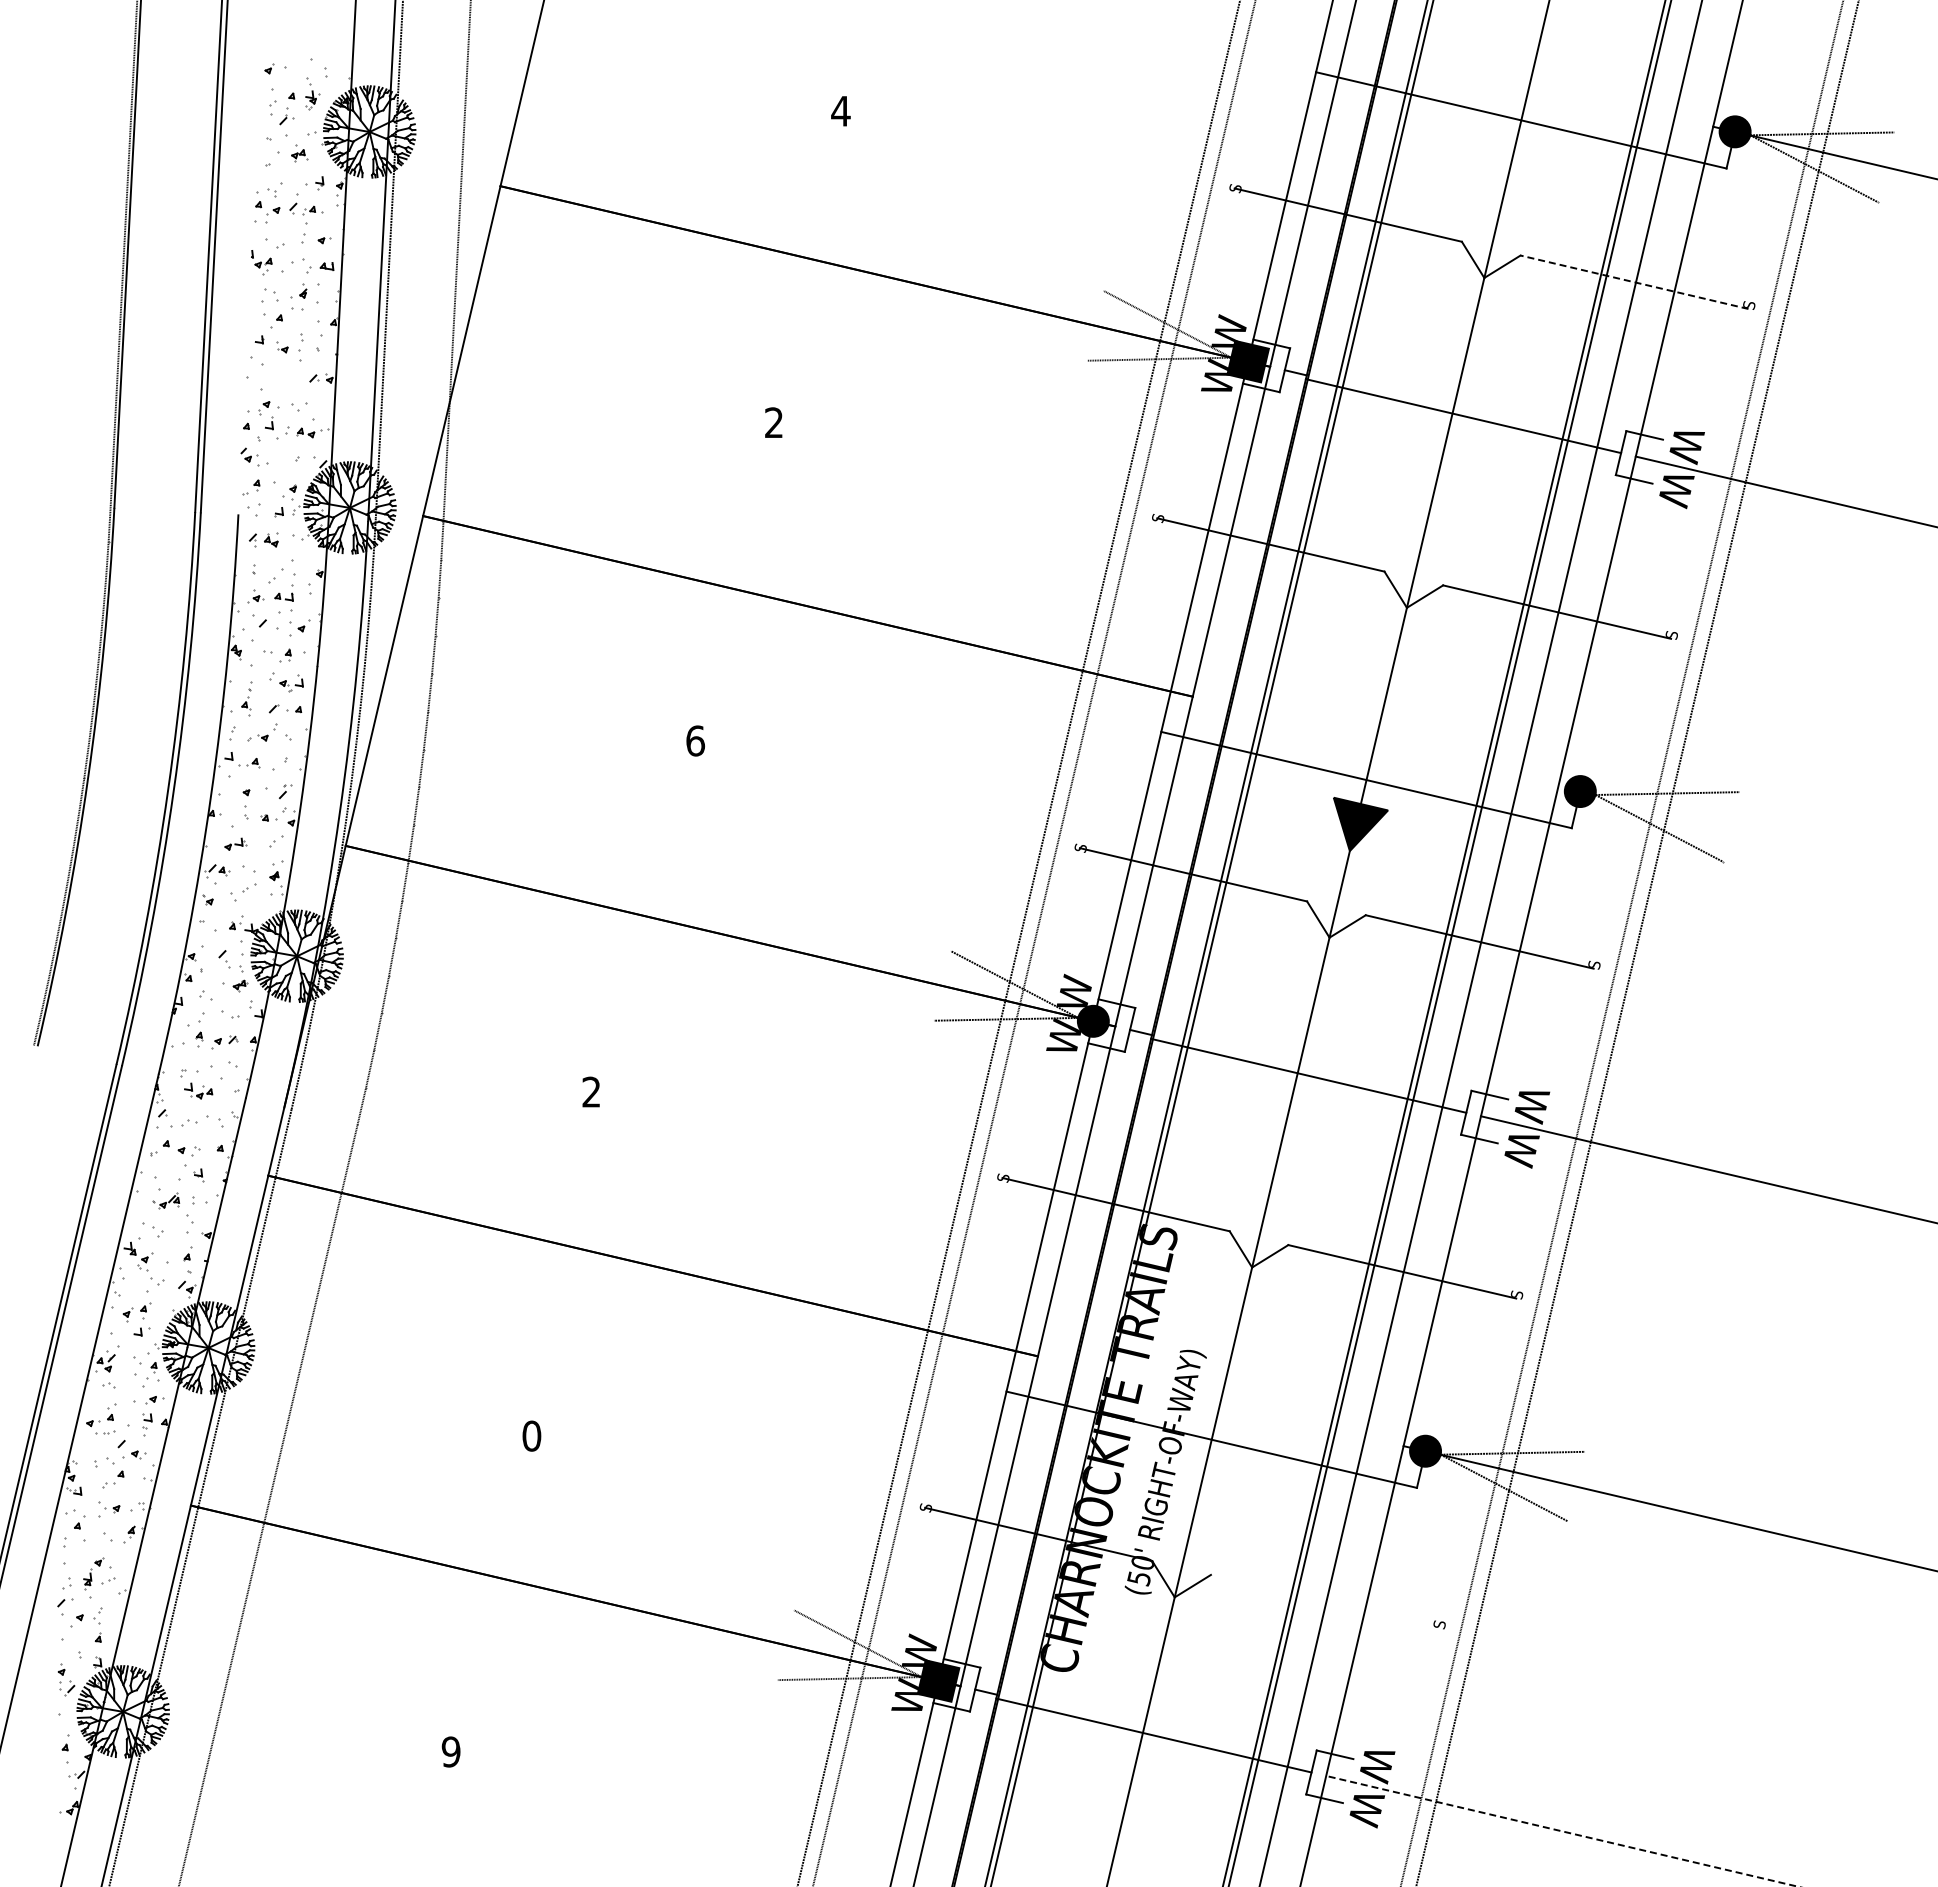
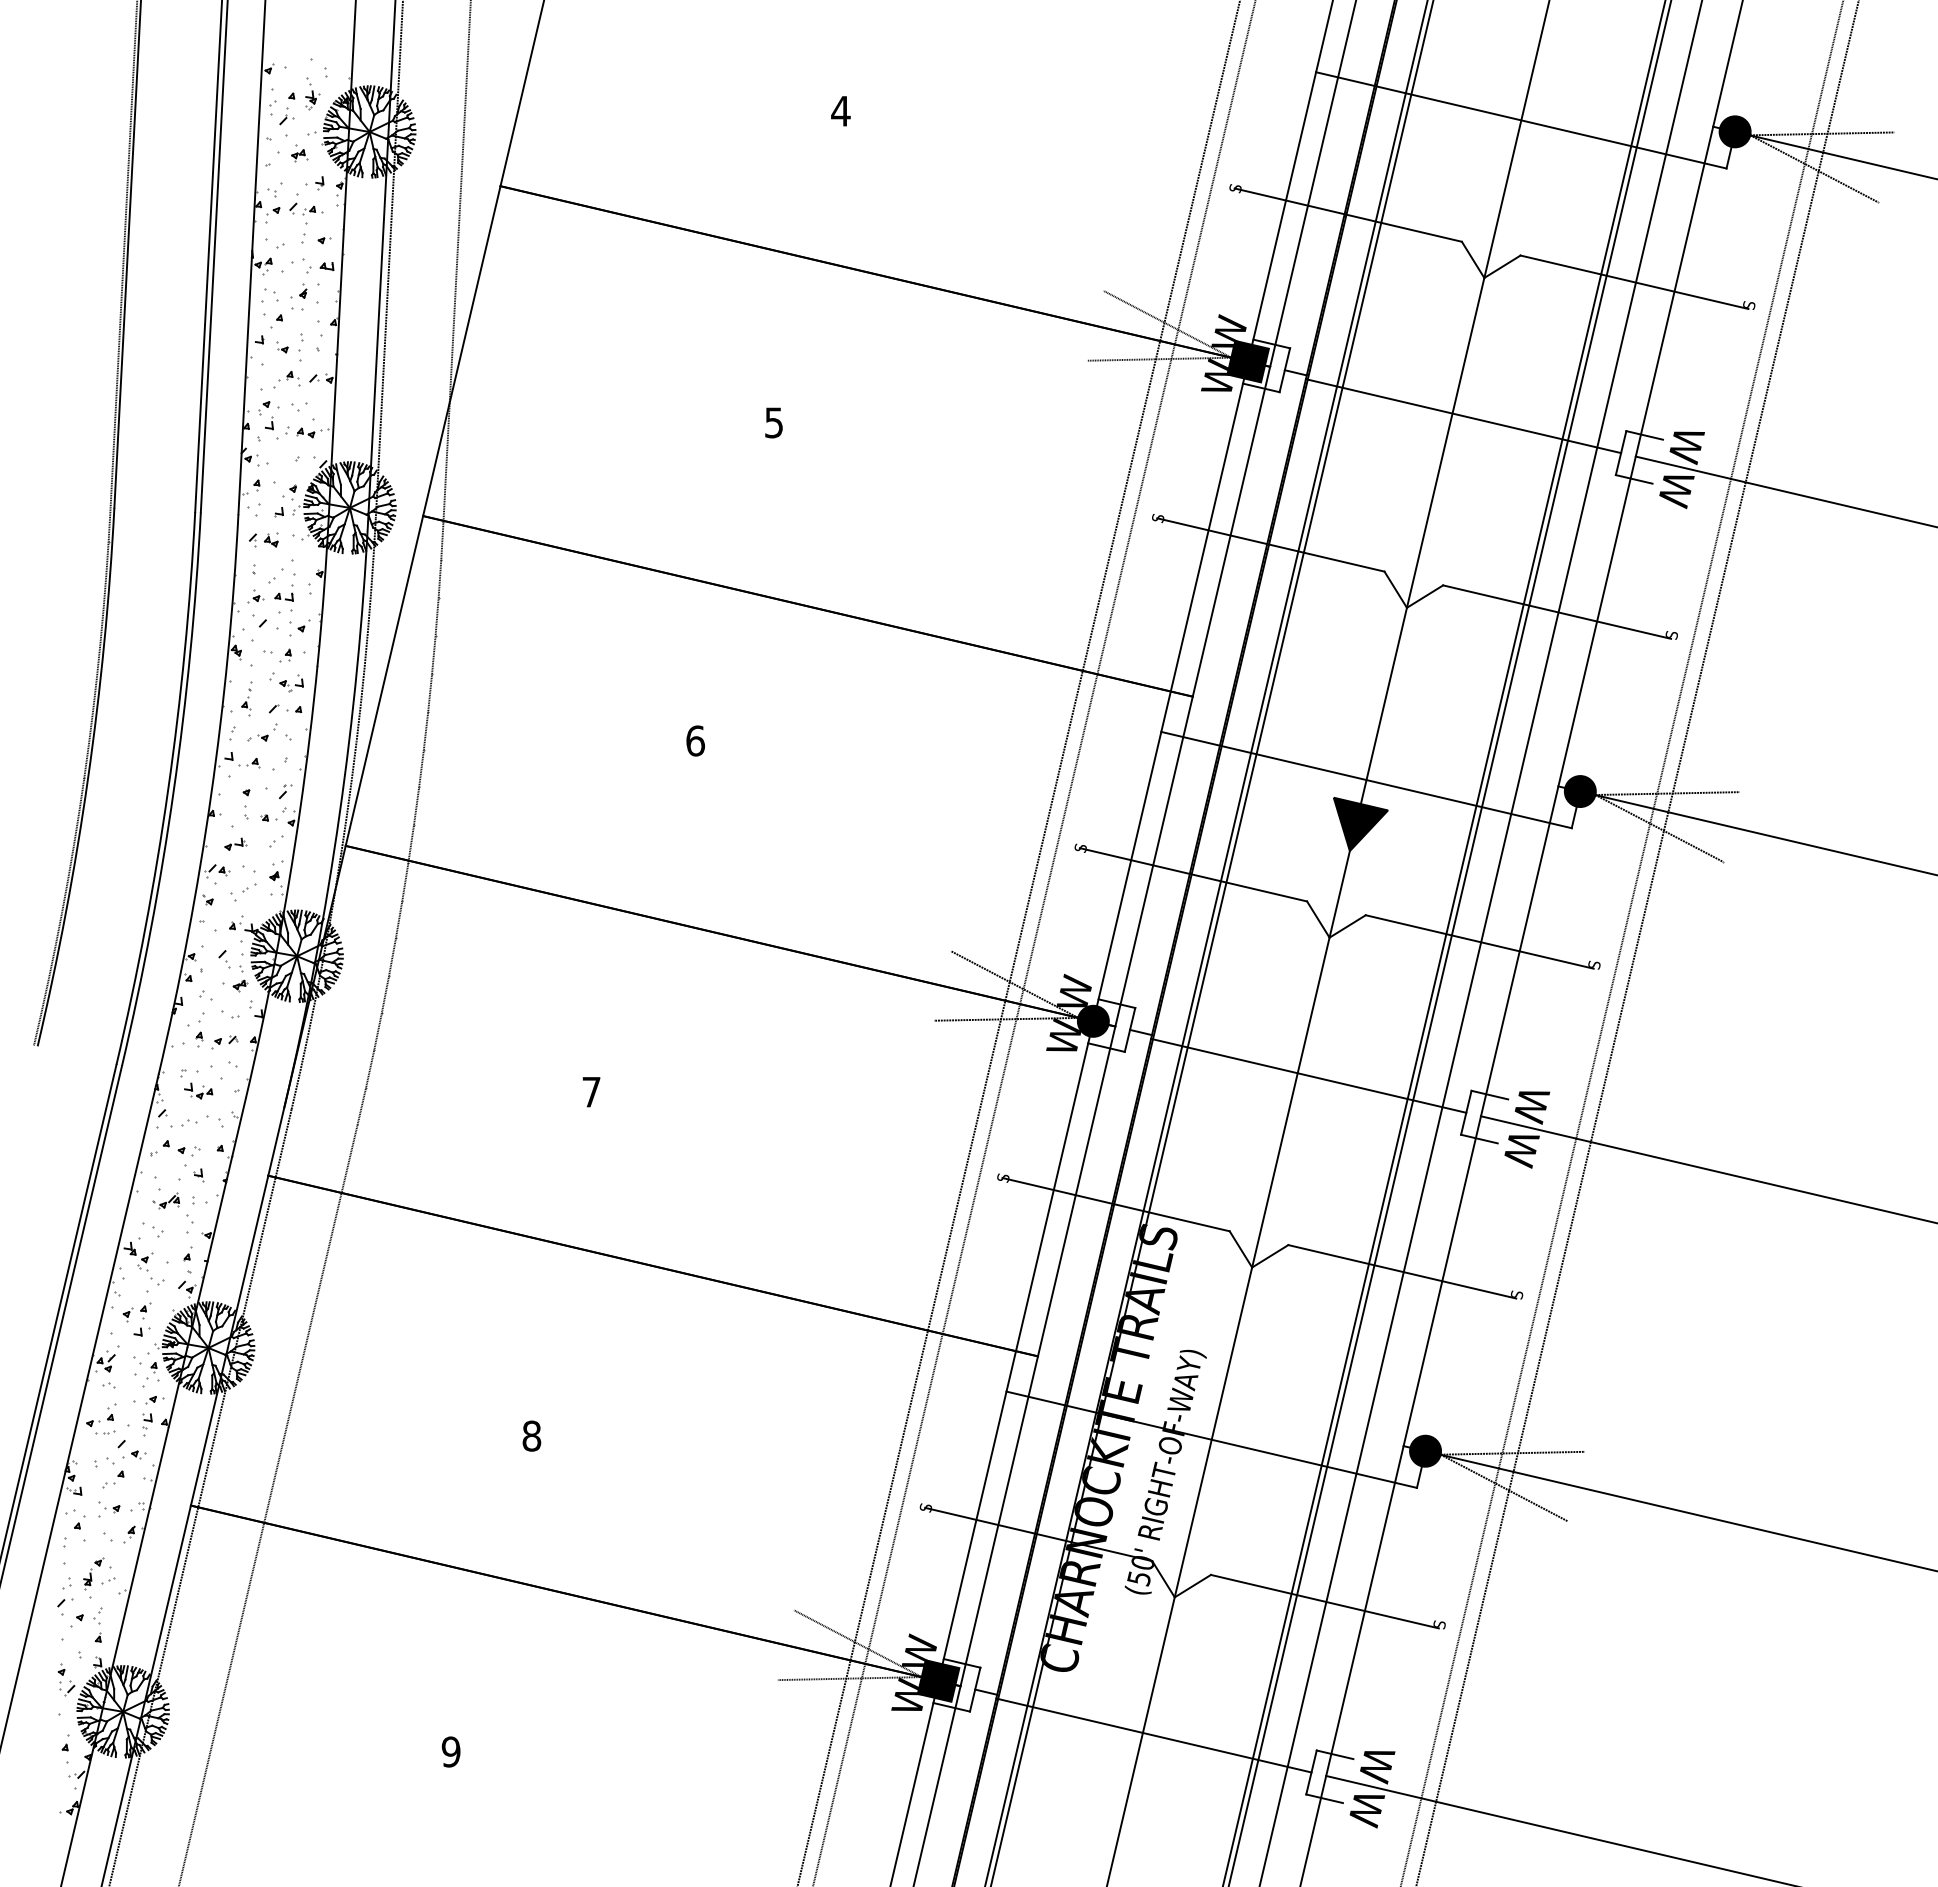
line at (251, 258): none -> present
line at (1634, 282): dashed -> solid
part at (286, 379): none -> present
text at (773, 422): 2 -> 5
line at (1746, 830): none -> present
text at (591, 1091): 2 -> 7
text at (531, 1436): 0 -> 8
line at (1324, 1601): none -> present
line at (1562, 1831): dashed -> solid
